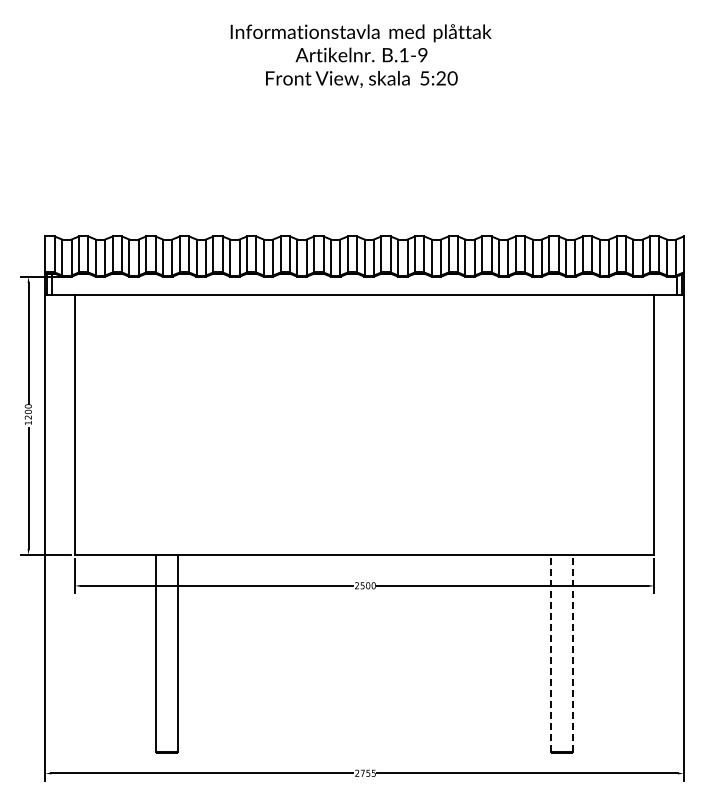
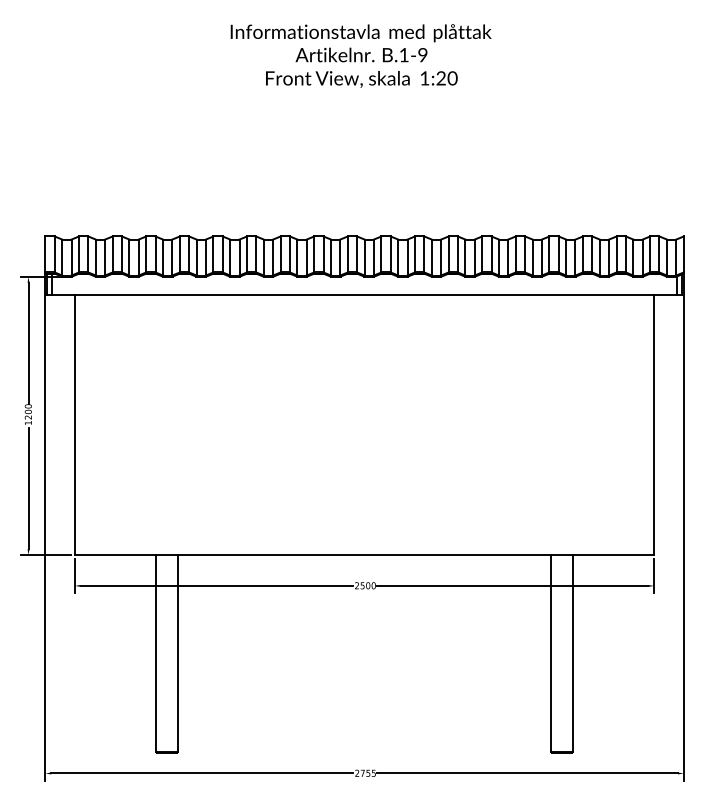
text at (424, 78): 5:20 -> 1:20
line at (551, 653): dashed -> solid
line at (573, 653): dashed -> solid
